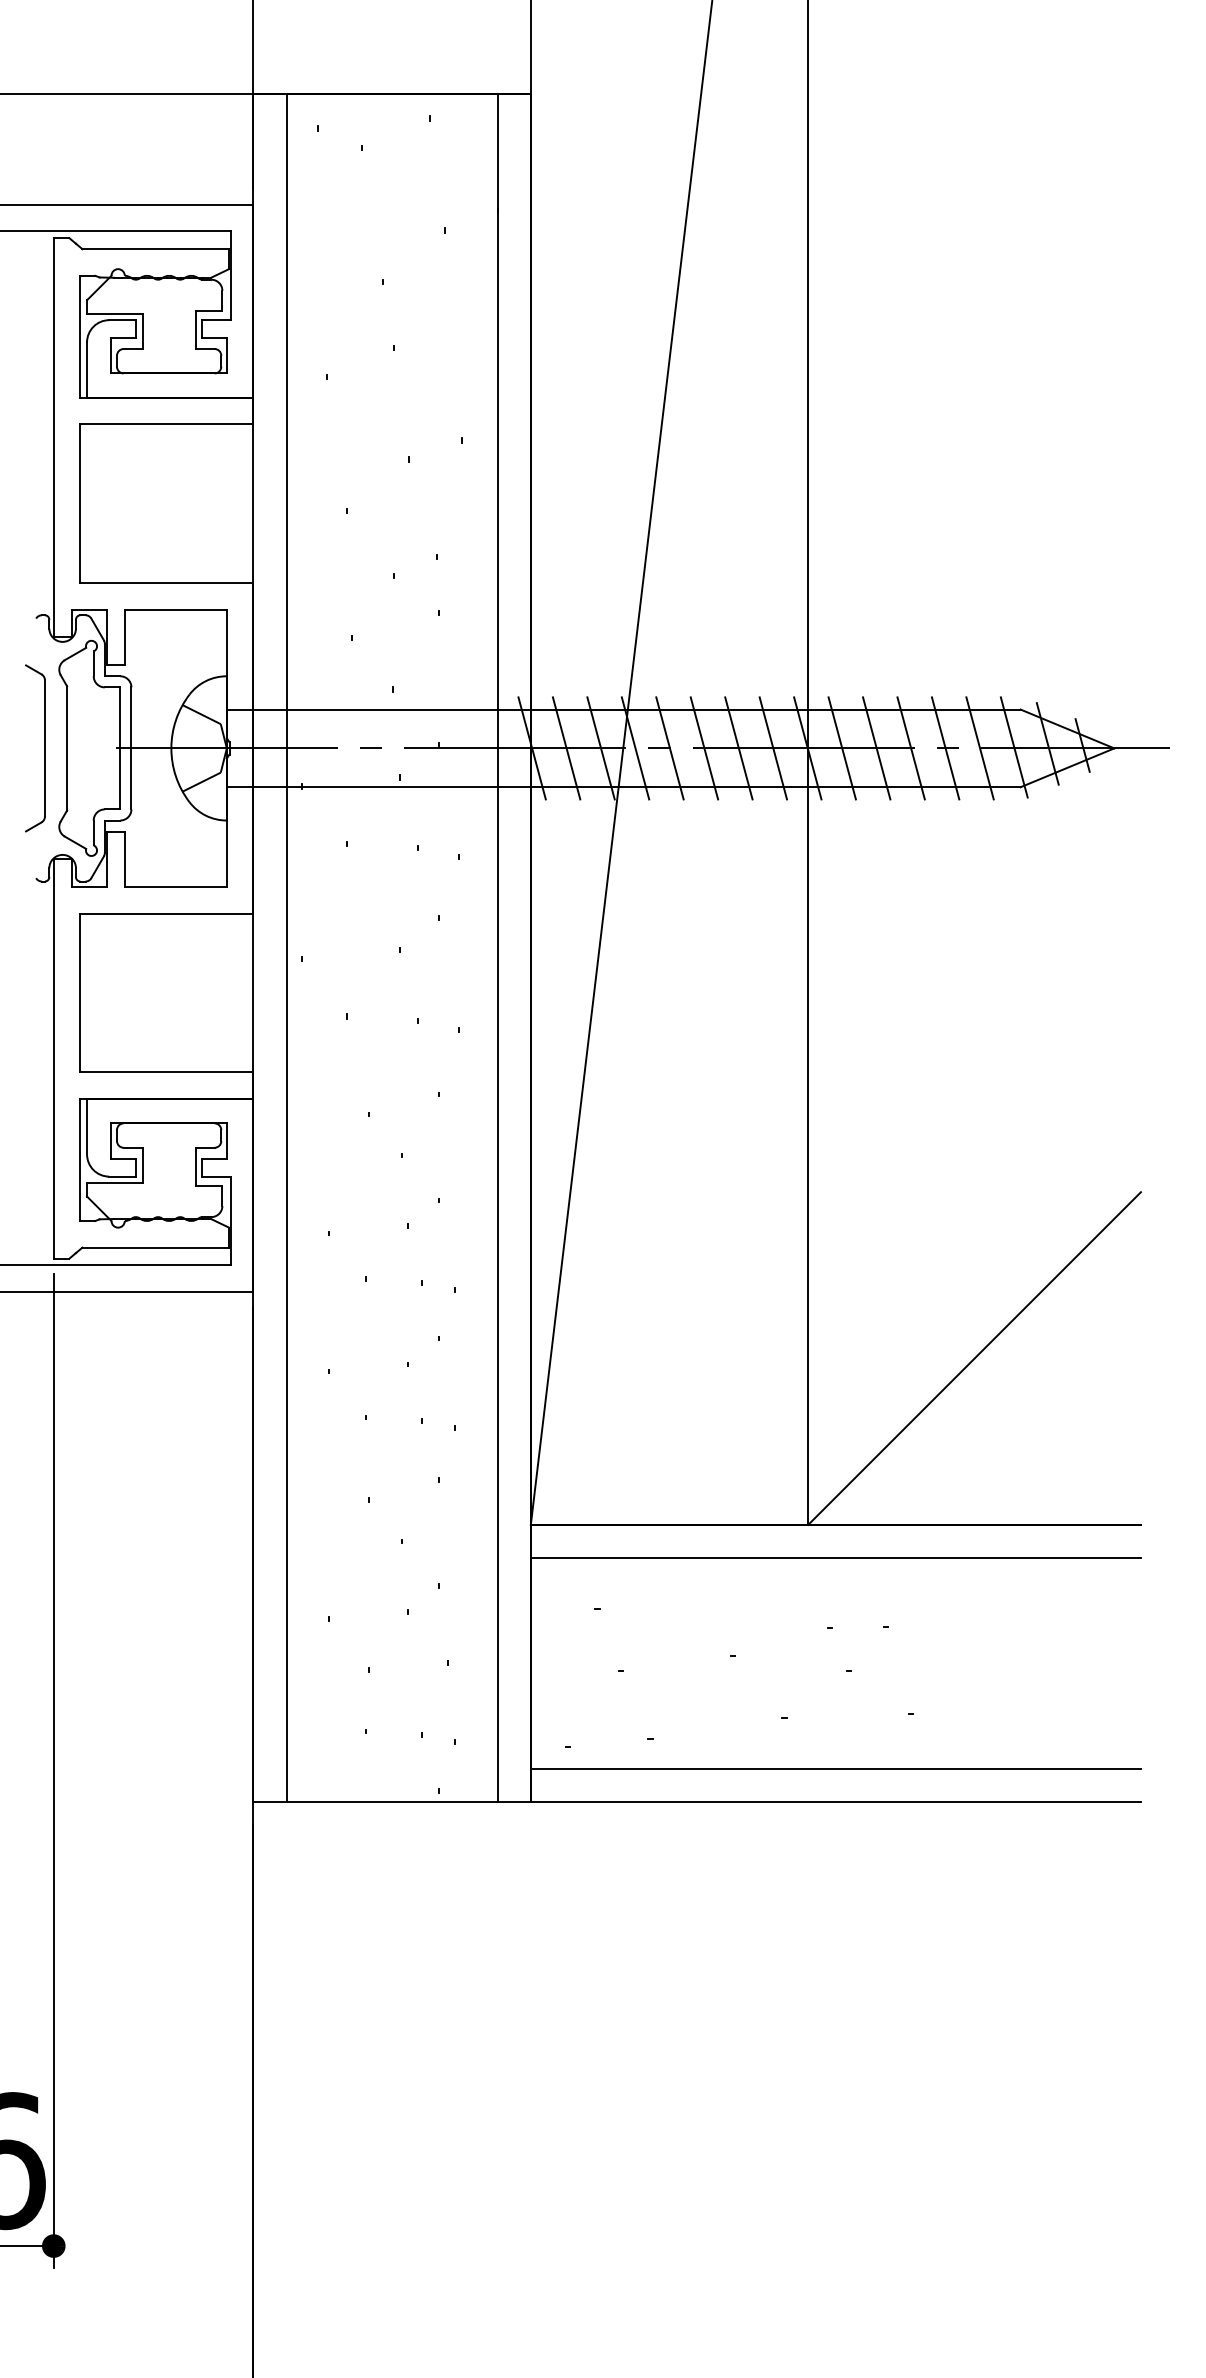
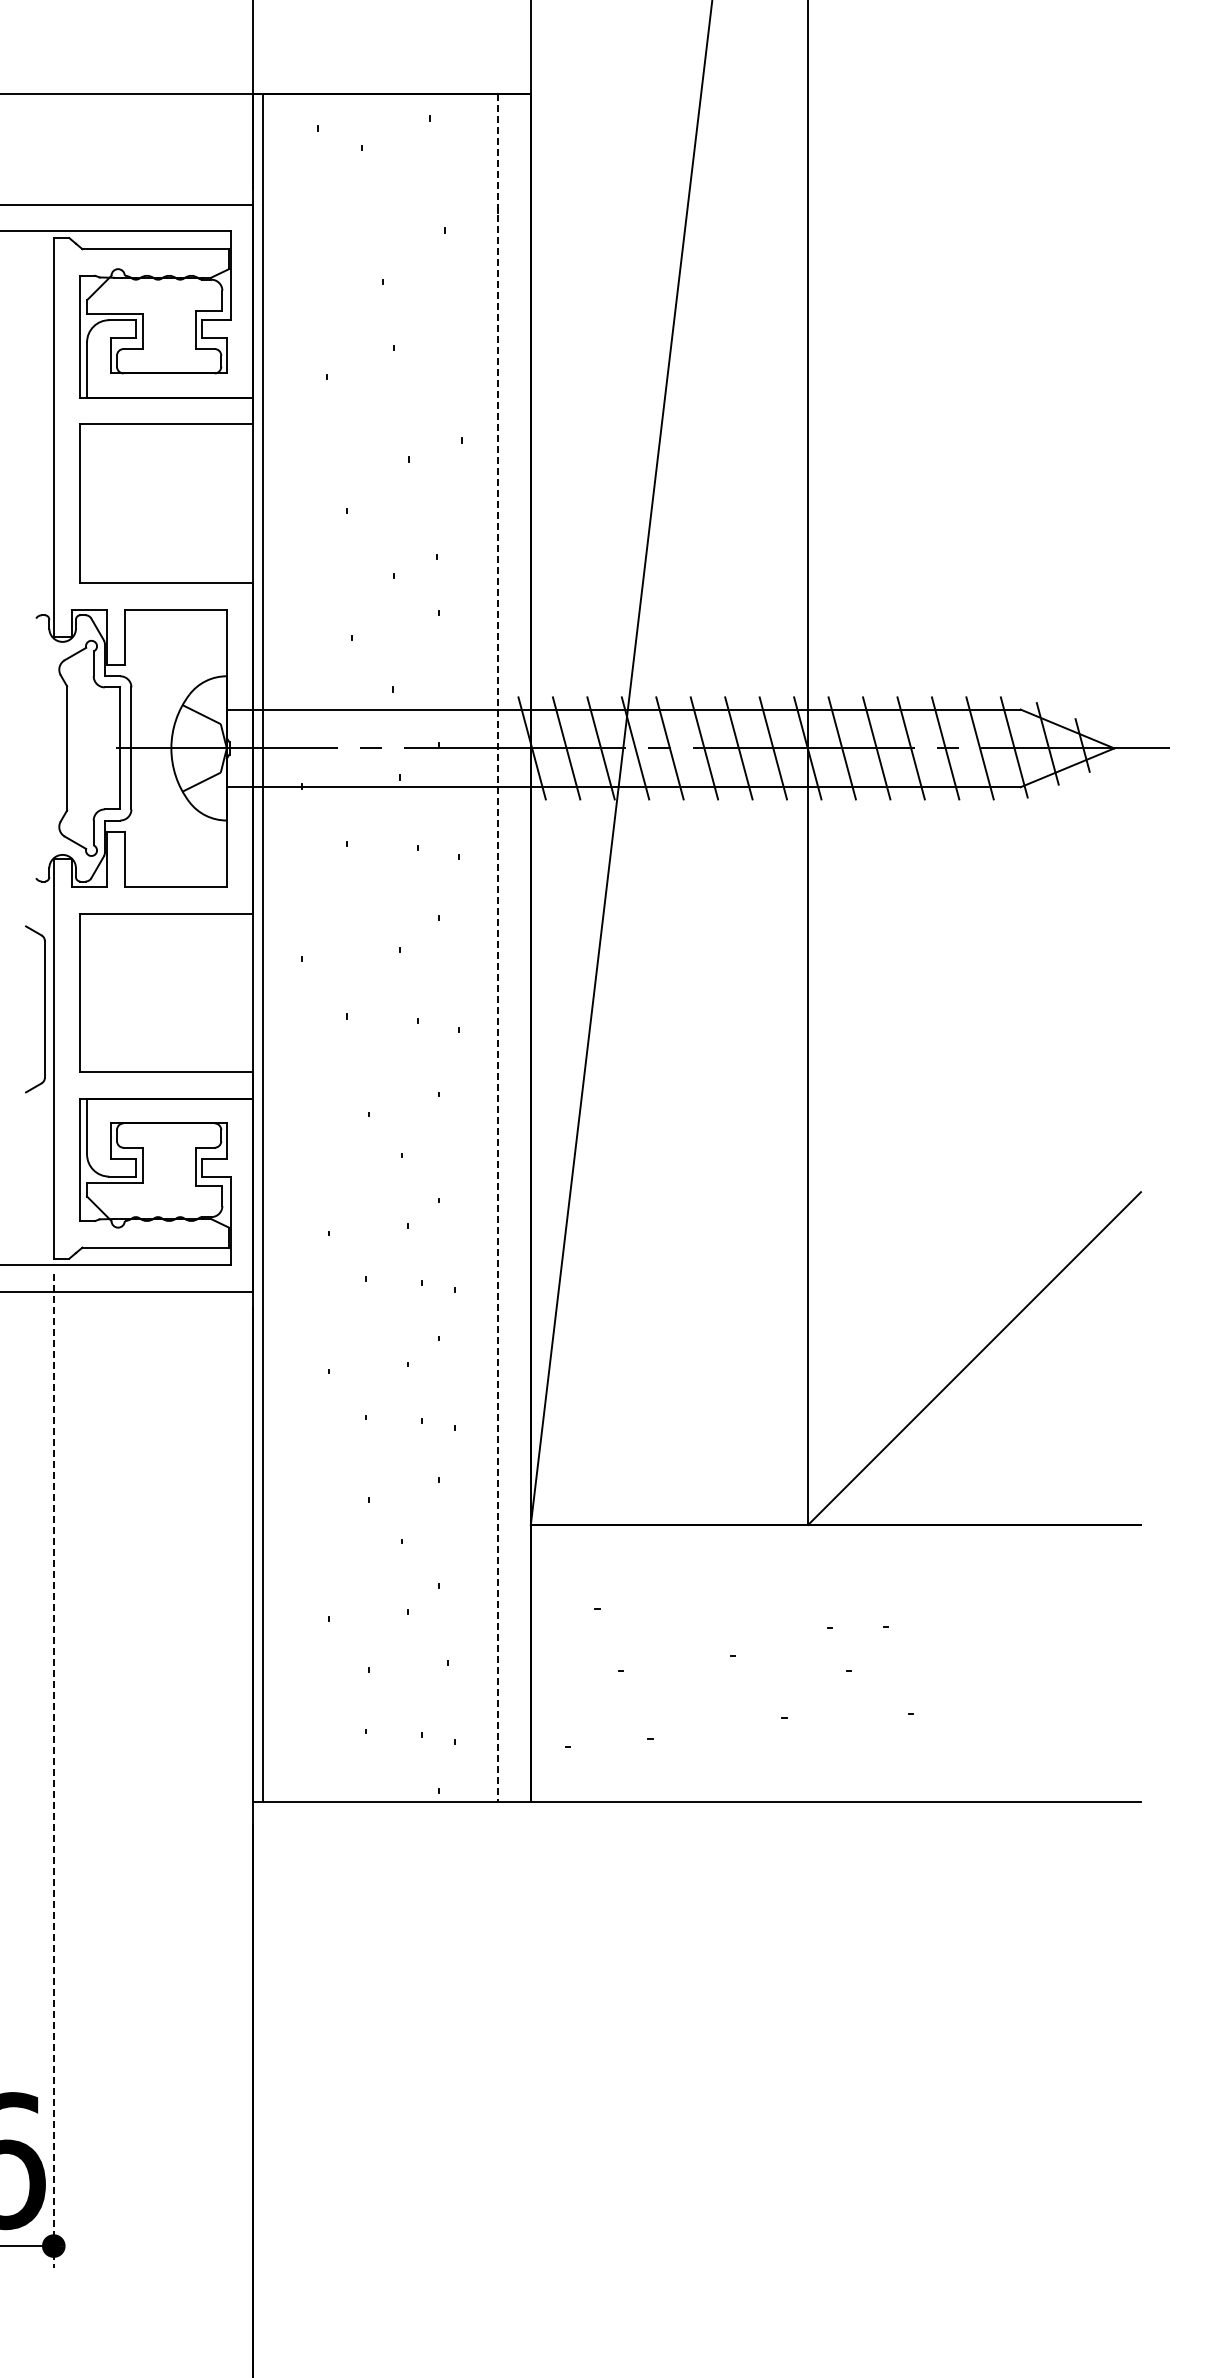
part at (44, 748) position: (44, 748) -> (44, 1009)
line at (286, 947) position: (286, 947) -> (262, 947)
line at (497, 948): solid -> dashed
line at (835, 1558): present -> none
line at (835, 1769): present -> none
line at (53, 1771): solid -> dashed
